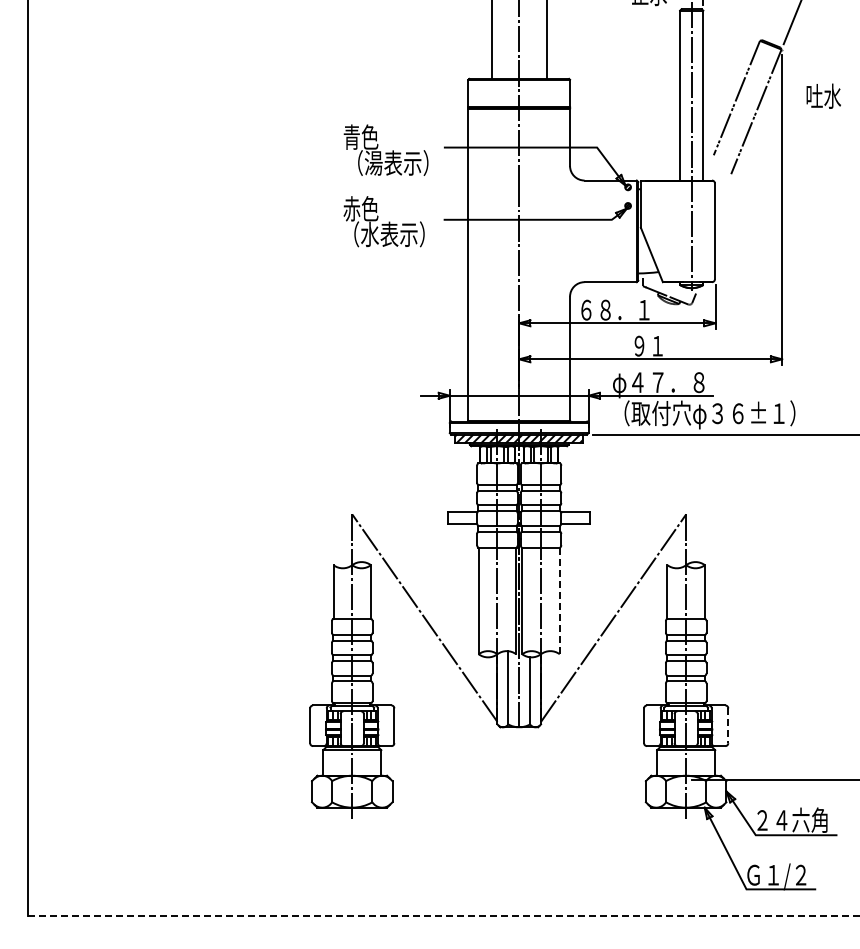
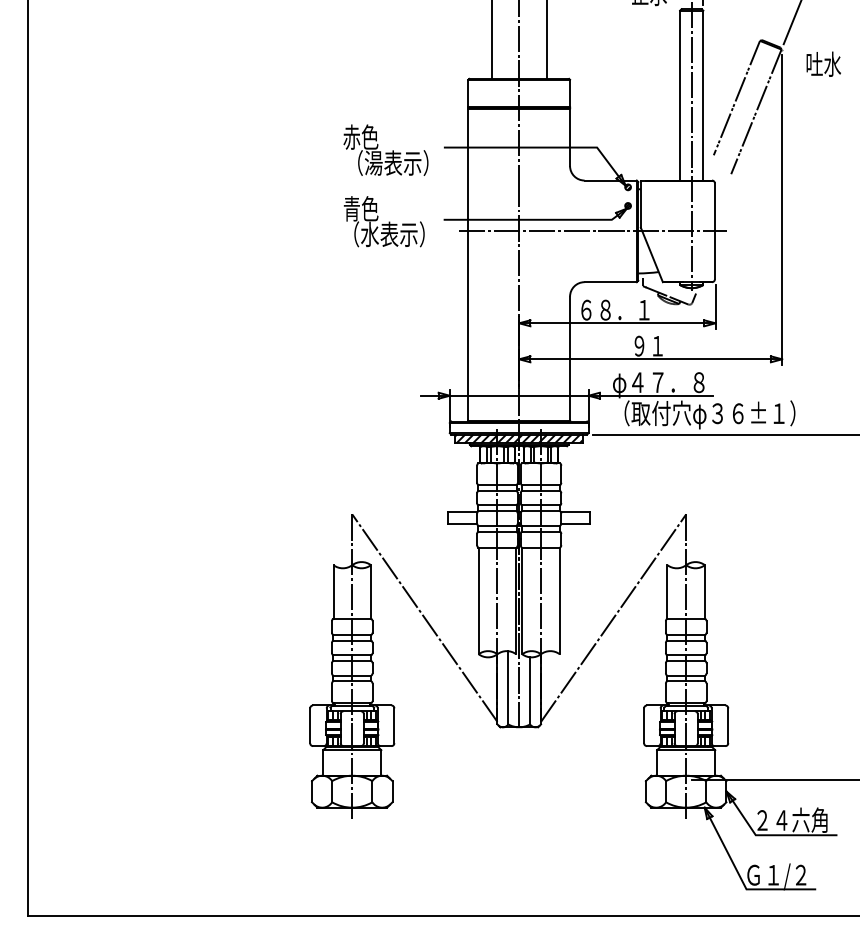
text at (823, 95) position: (823, 95) -> (823, 63)
text at (351, 137): 青色 -> 赤色
text at (351, 209): 赤色 -> 青色
line at (593, 231): none -> present
line at (559, 600): dashed -> solid
line at (728, 726): dashed -> solid
line at (443, 916): dashed -> solid
